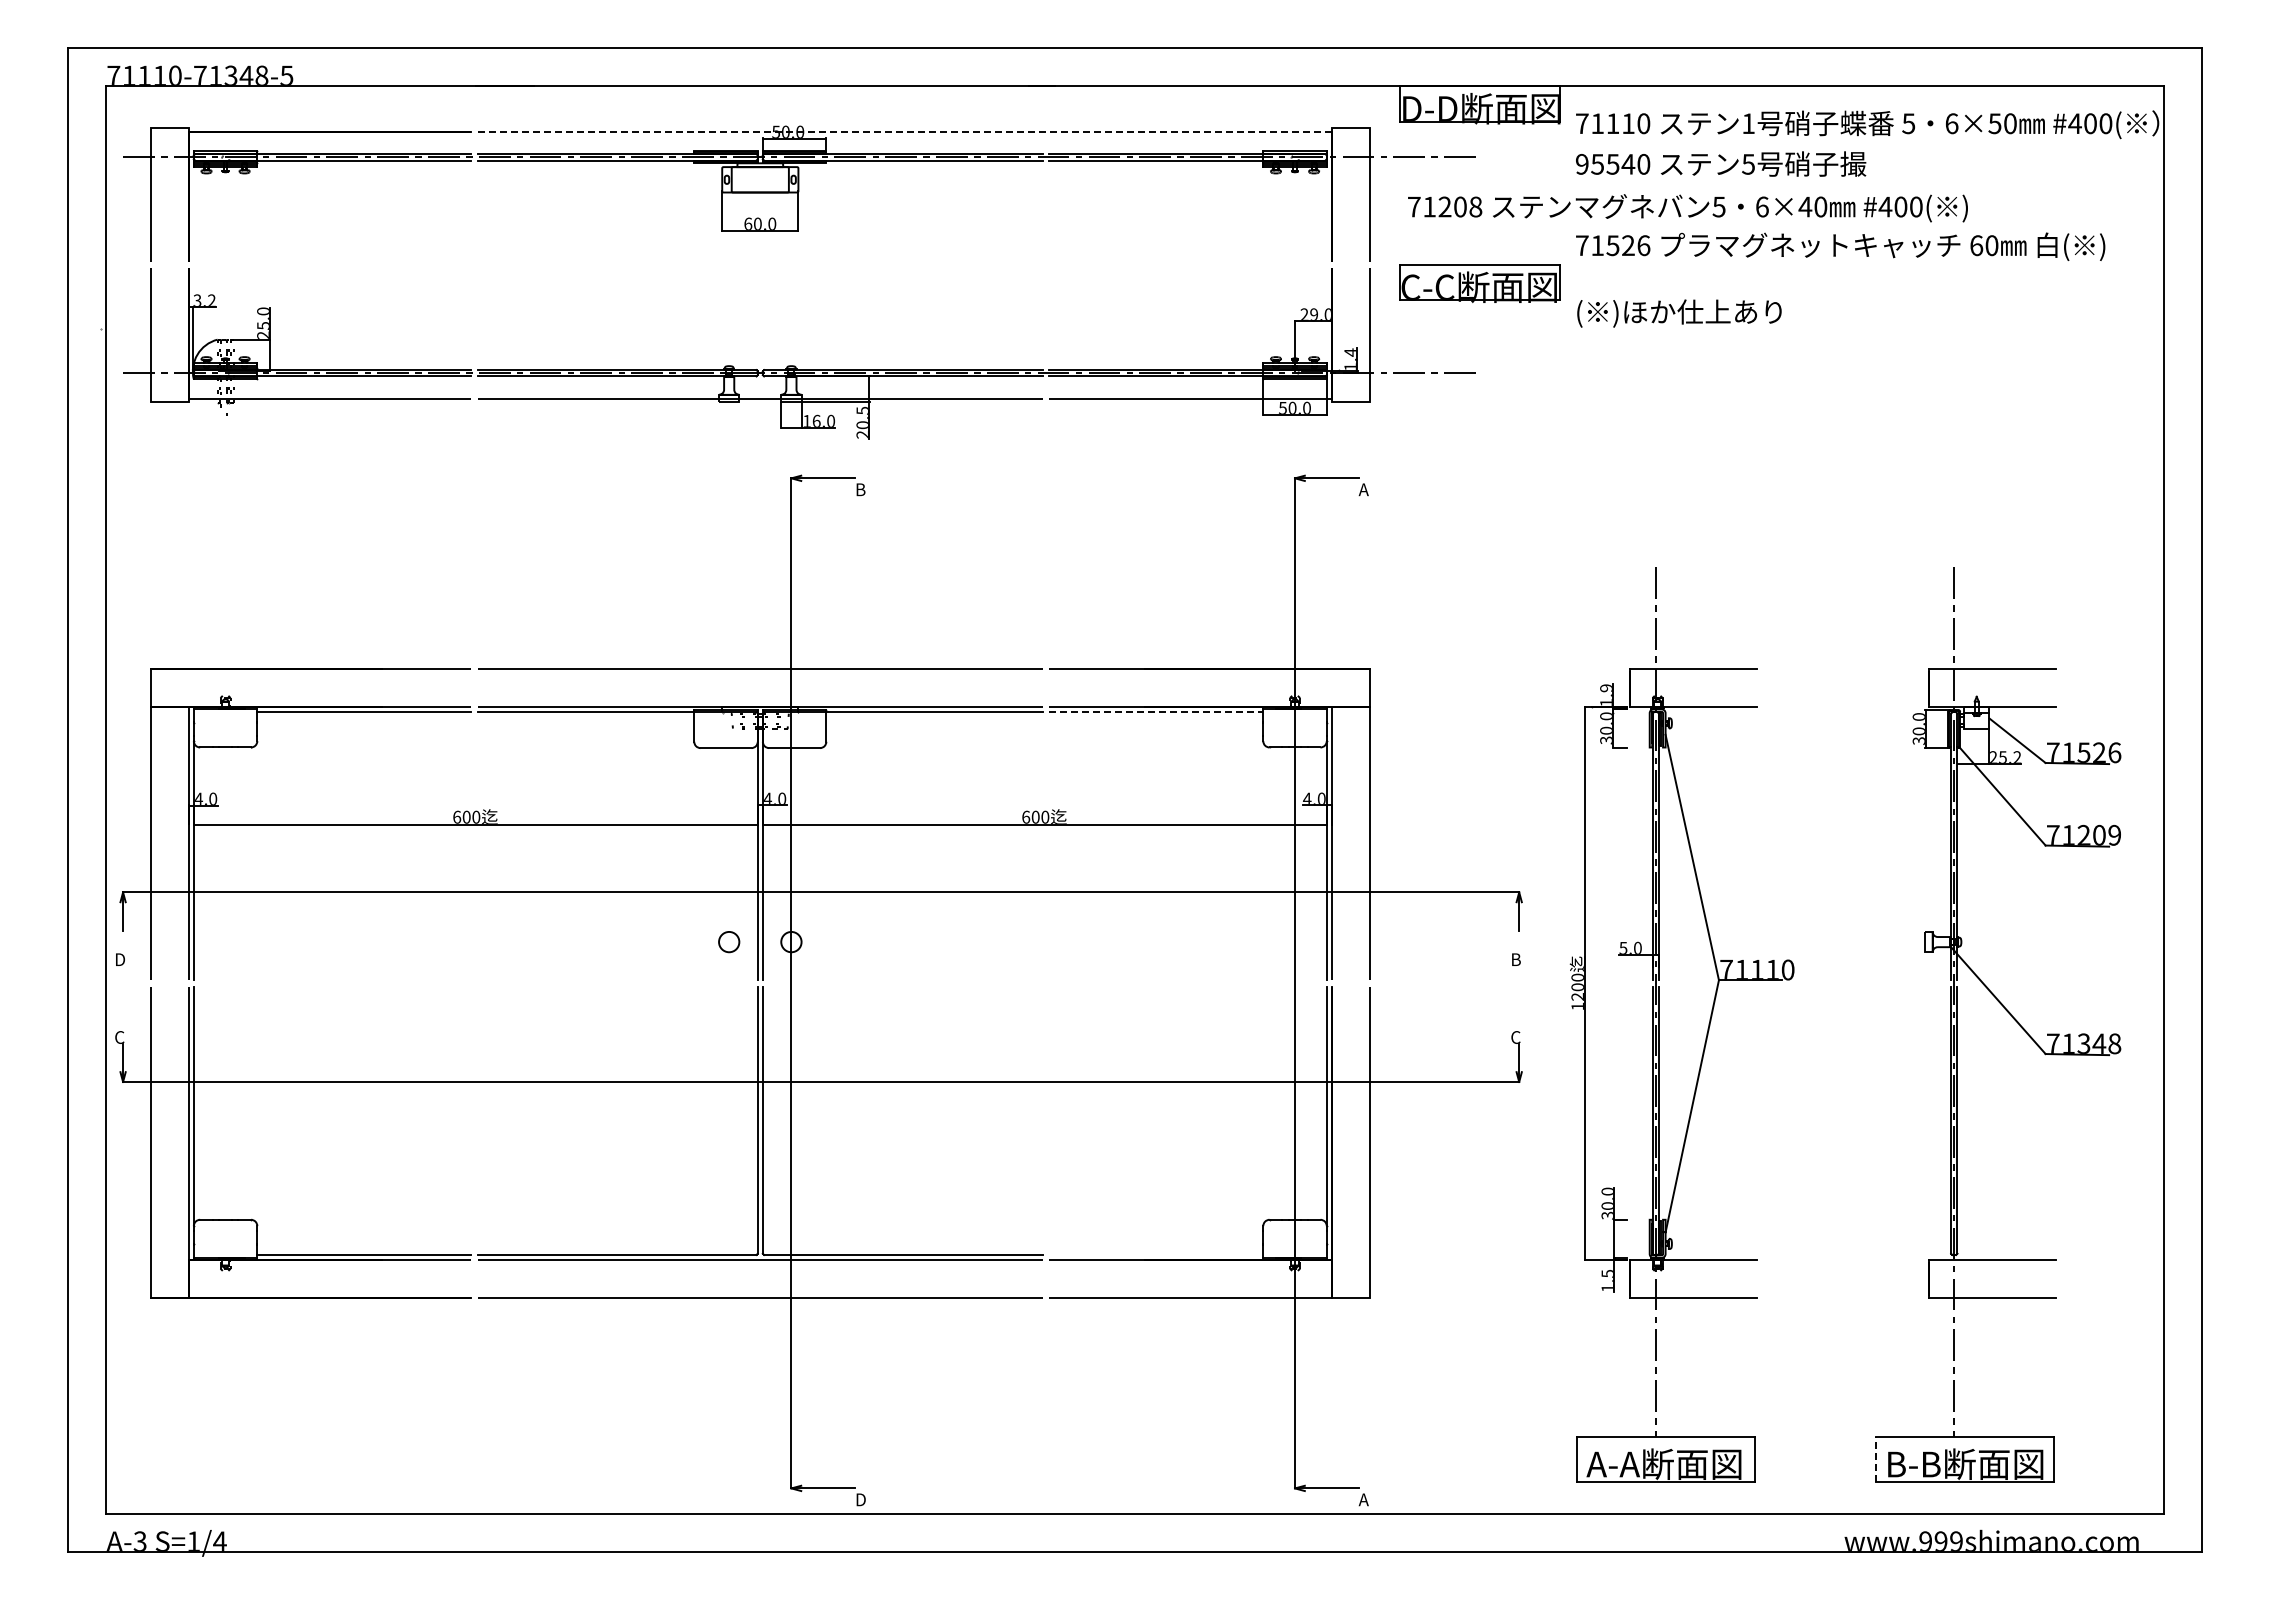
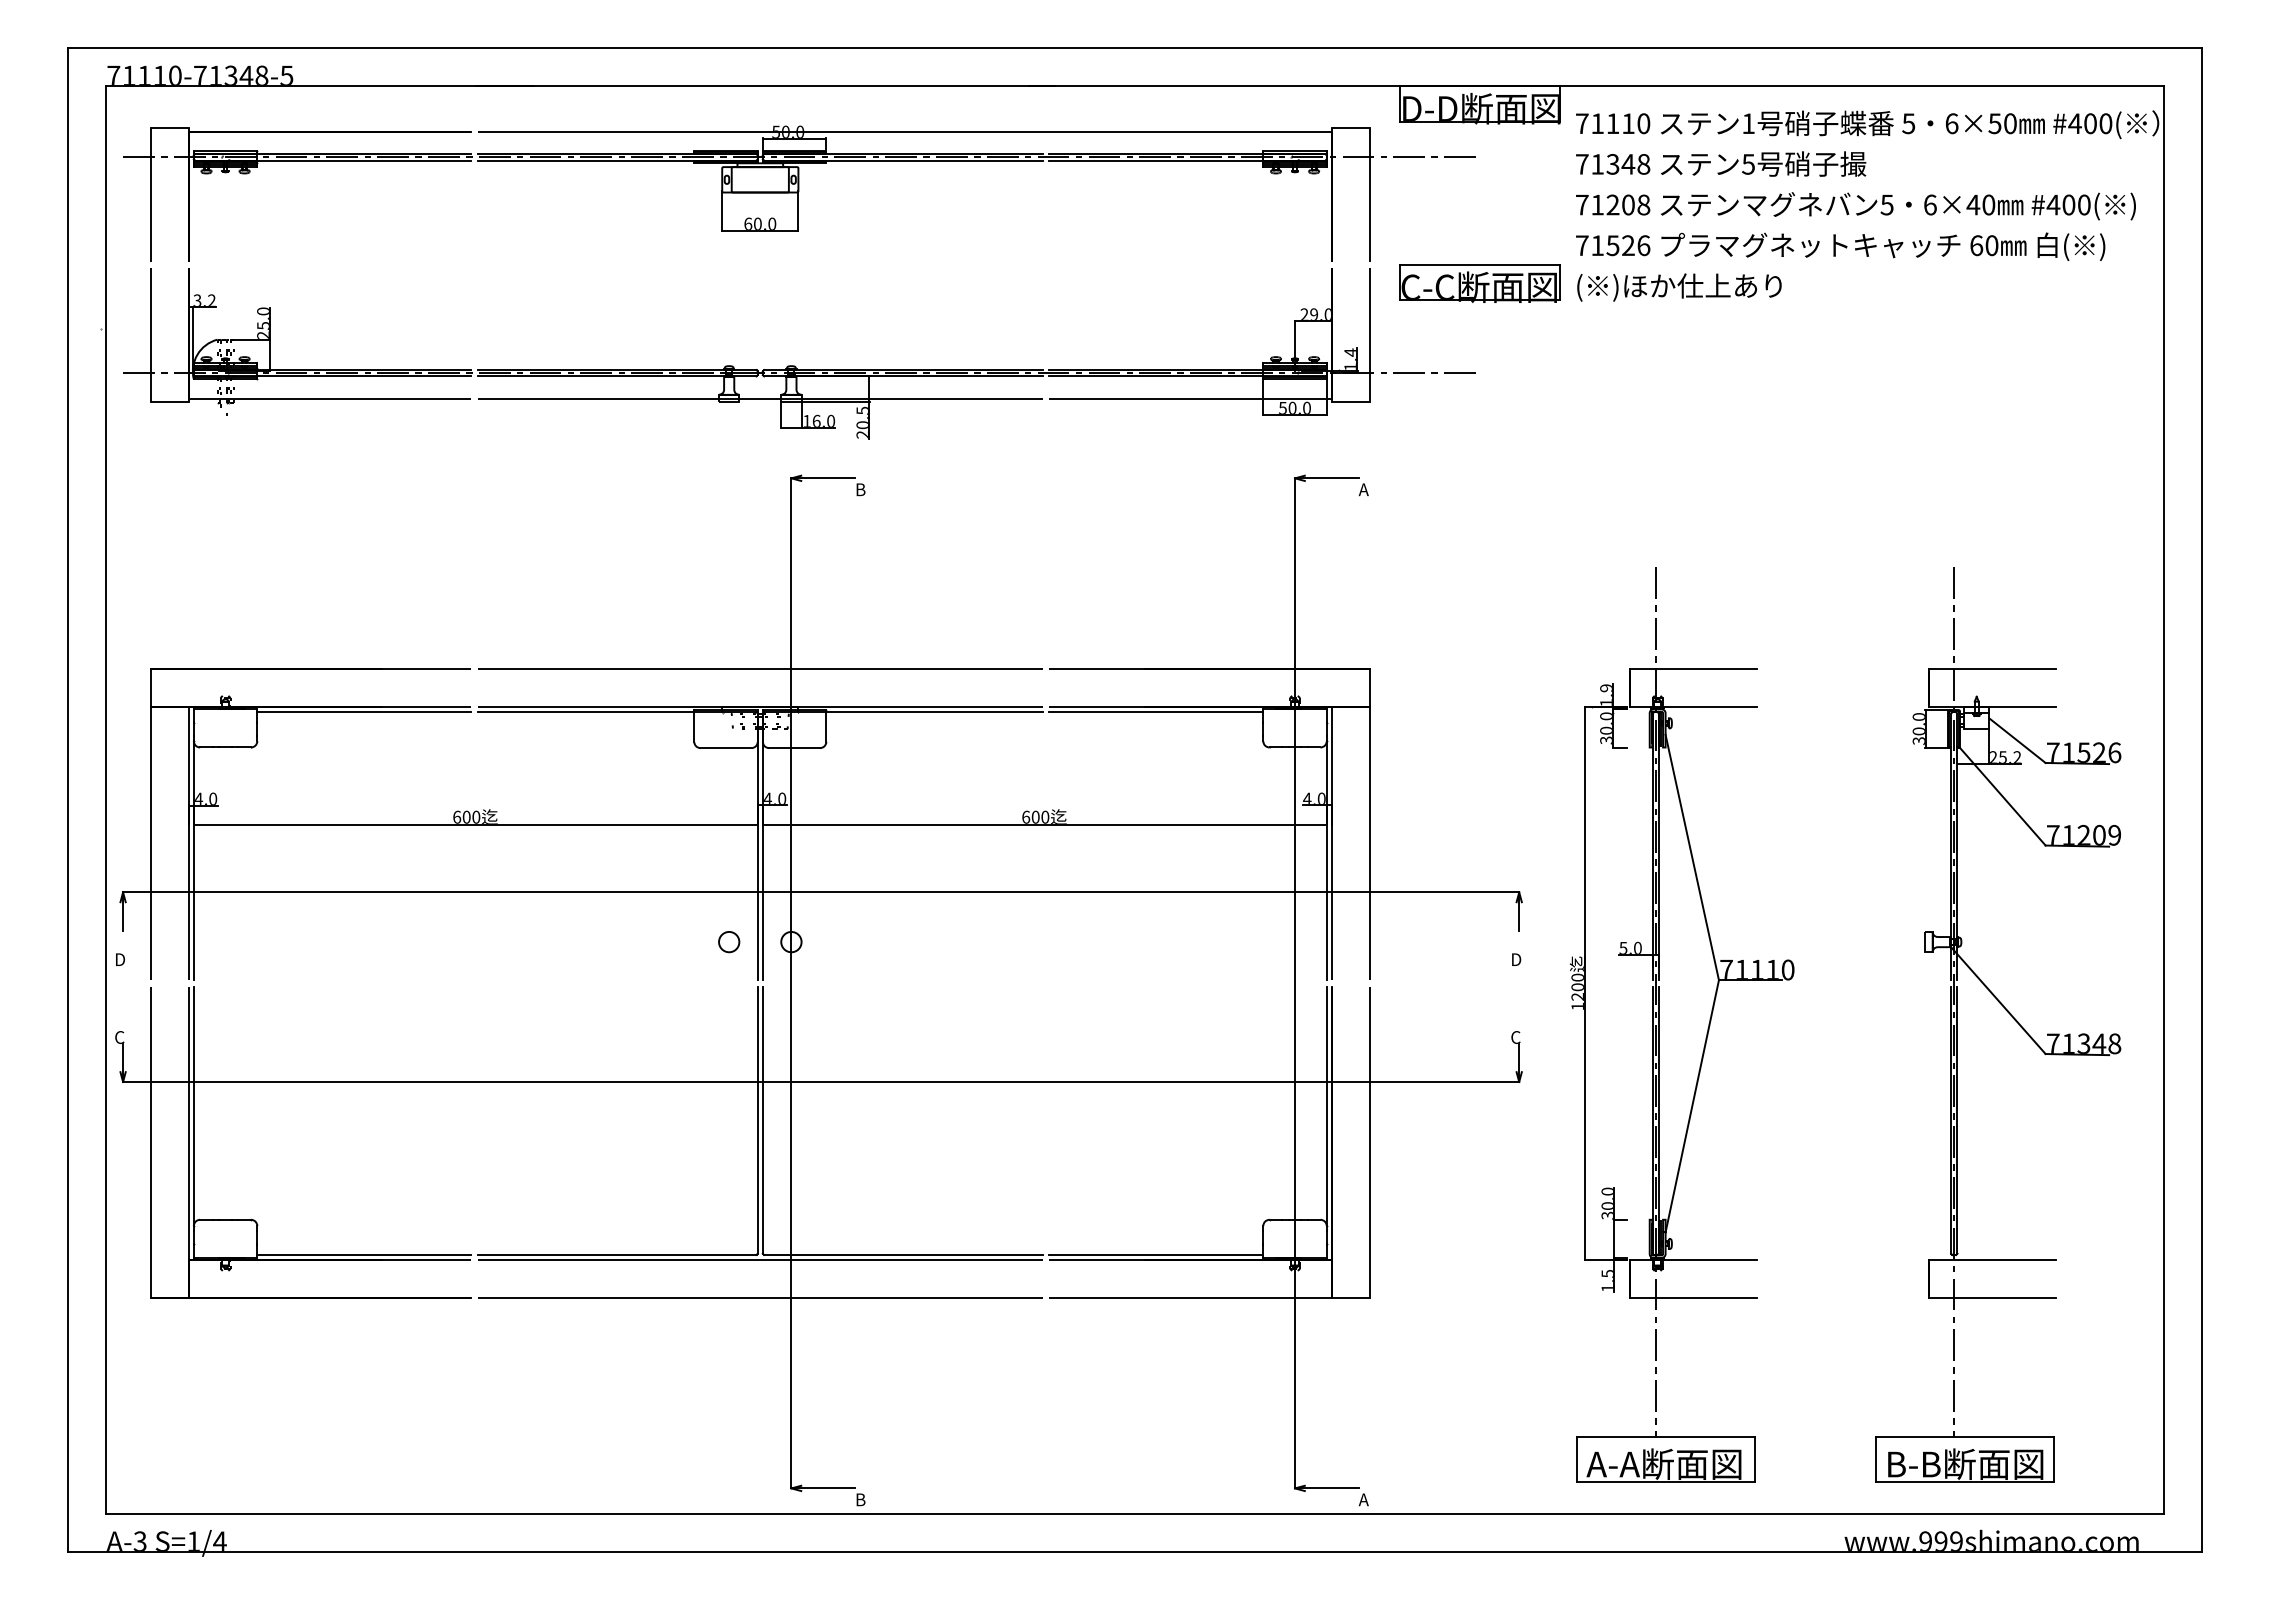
line at (970, 131): dashed -> solid
text at (1613, 163): 95540 -> 71348
text at (1687, 208) position: (1687, 208) -> (1855, 206)
text at (1679, 313) position: (1679, 313) -> (1679, 287)
line at (1156, 712): dashed -> solid
text at (1517, 959): B -> D
line at (1156, 1254): none -> present
line at (1875, 1458): dashed -> solid
text at (861, 1499): D -> B
